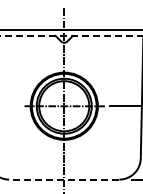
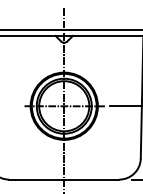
line at (71, 35): dashed -> solid
line at (63, 179): dashed -> solid
